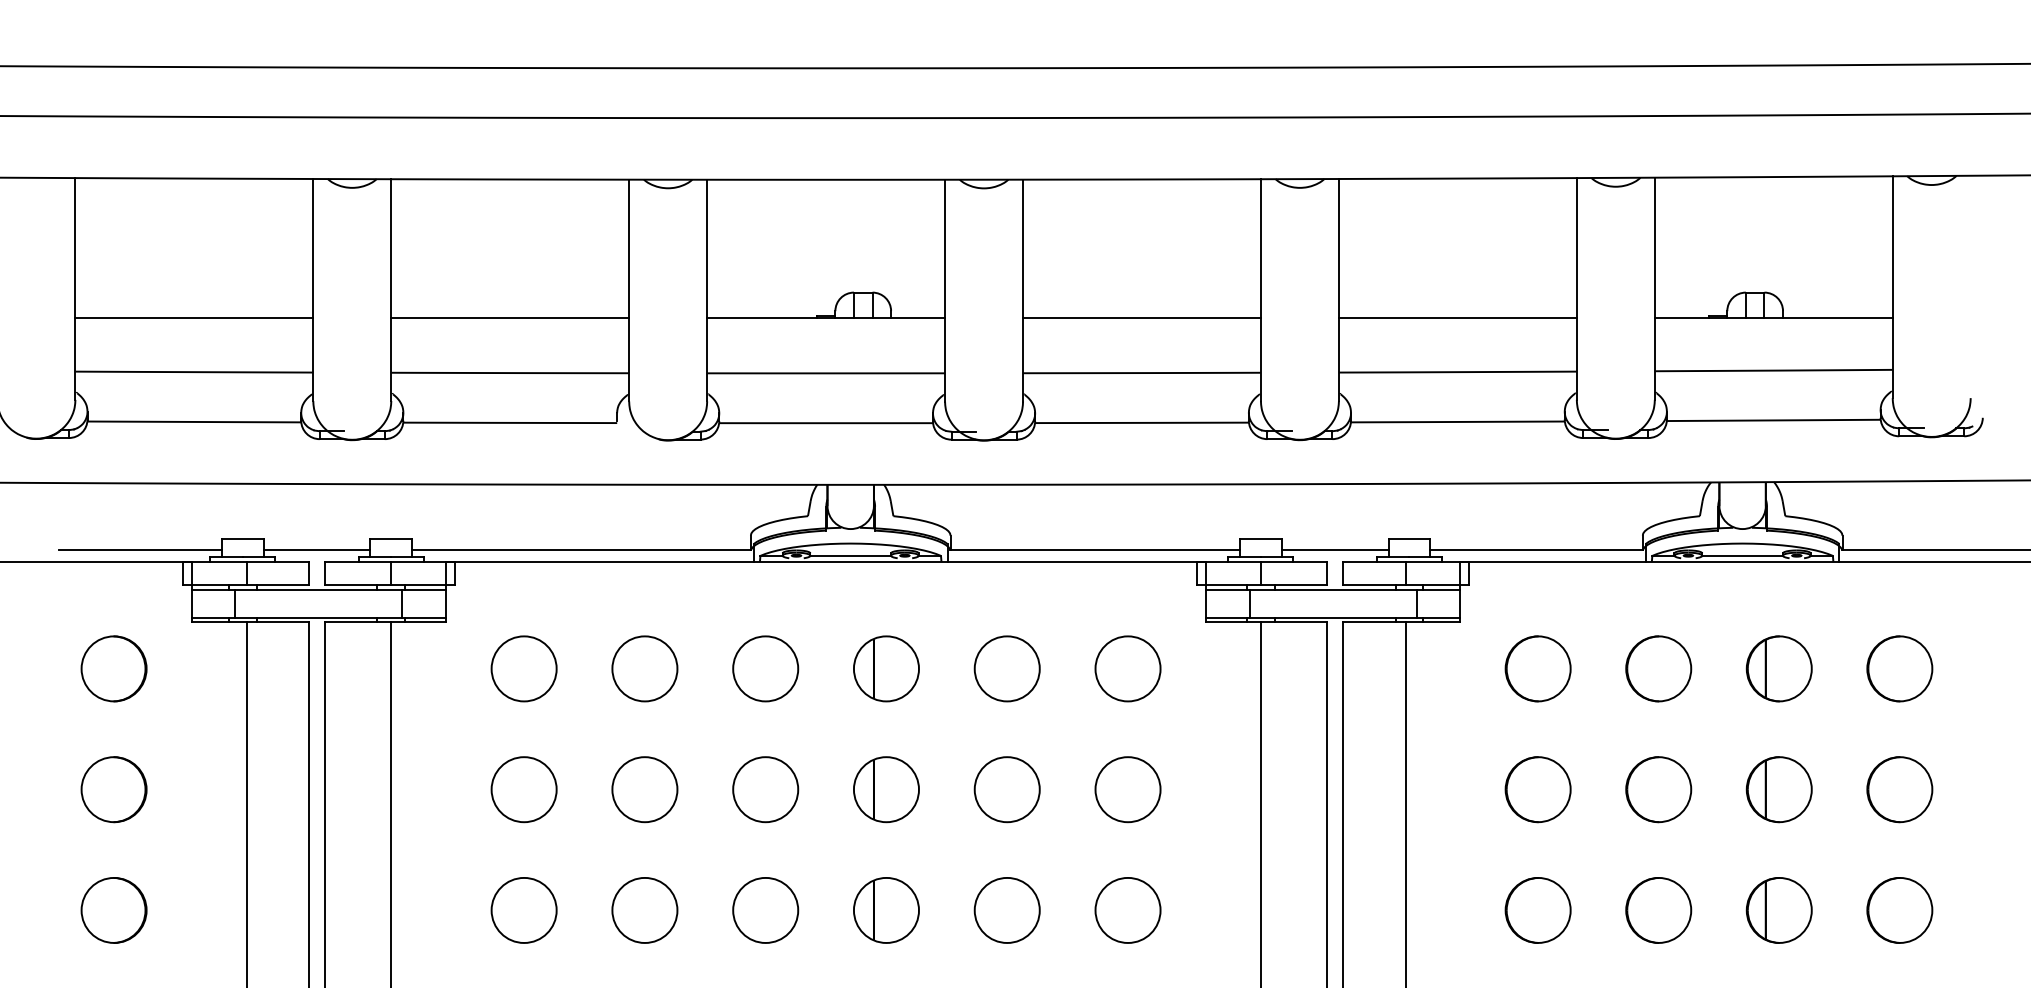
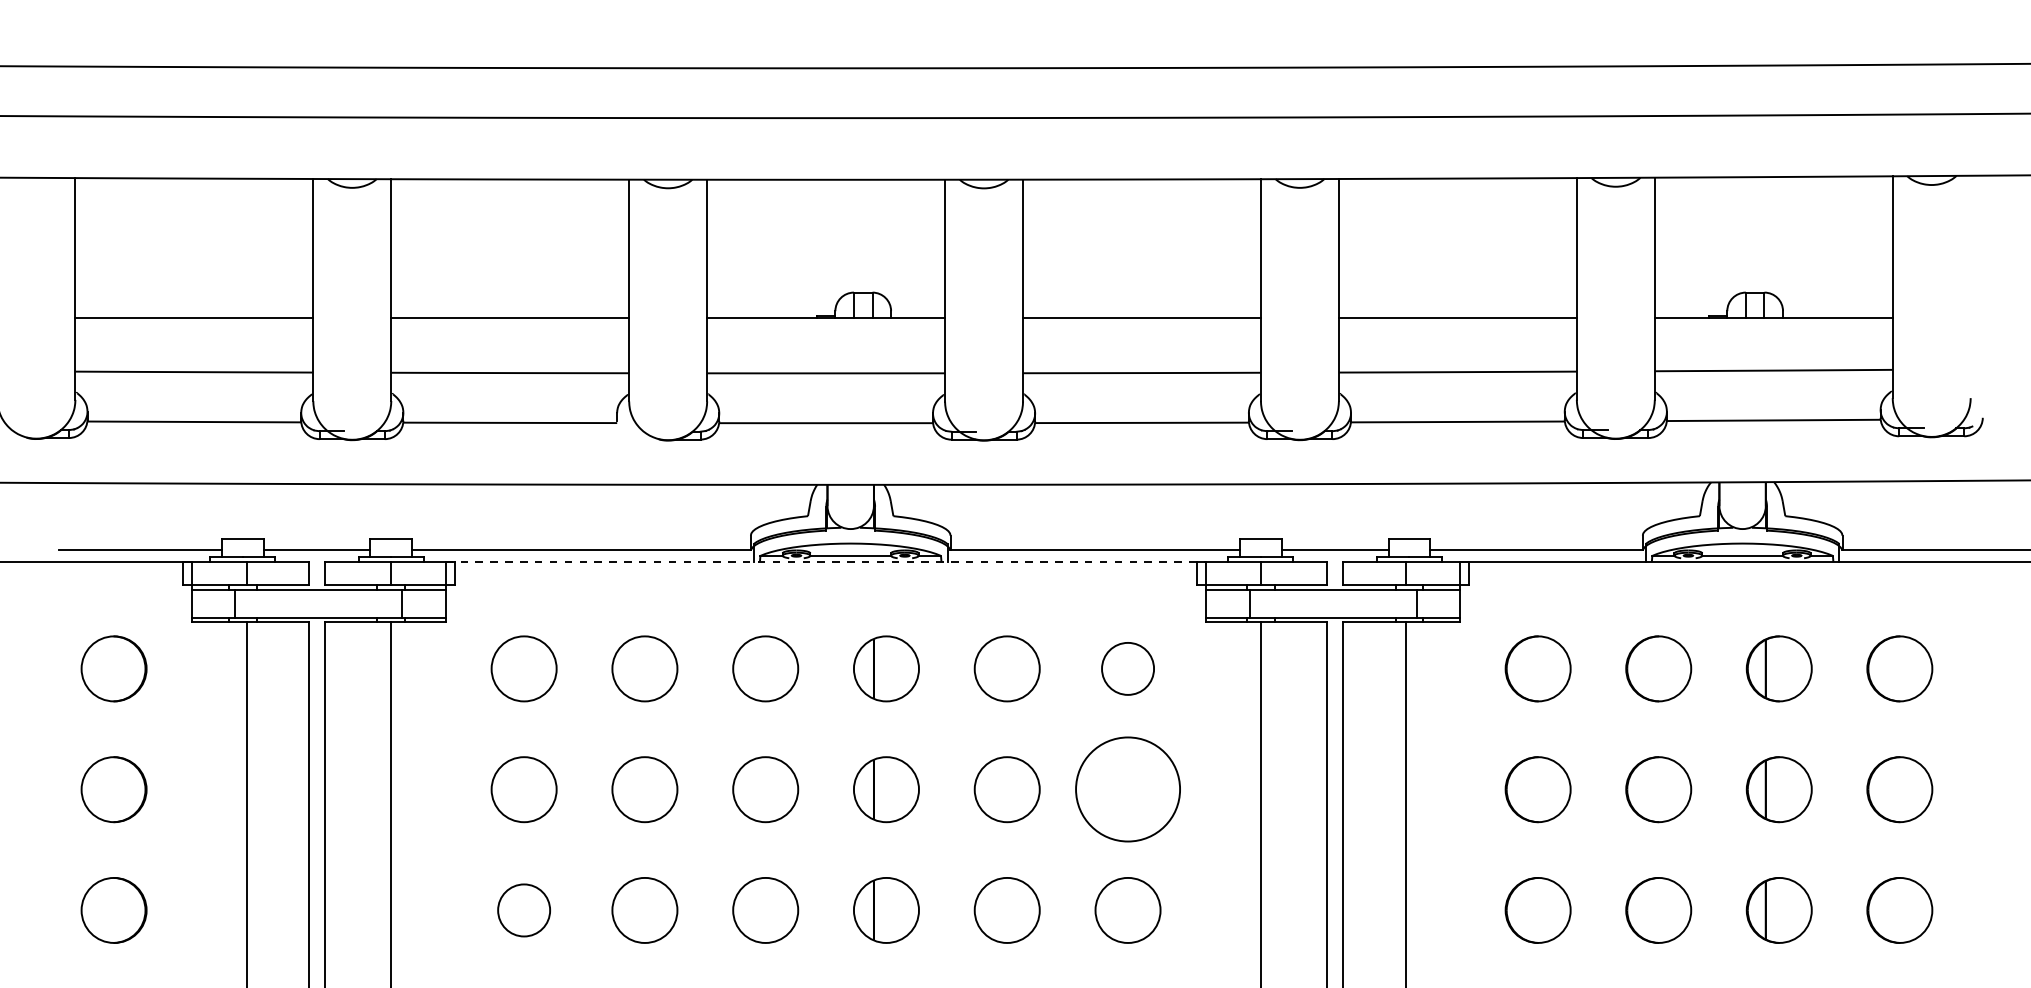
line at (826, 562): solid -> dashed
circle at (1127, 668) diameter: 65 px -> 52 px
circle at (1127, 789) size: 68x68 px -> 106x107 px
circle at (523, 909) diameter: 65 px -> 52 px
